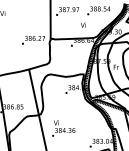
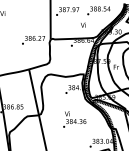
text at (63, 128) position: (63, 128) -> (74, 119)
